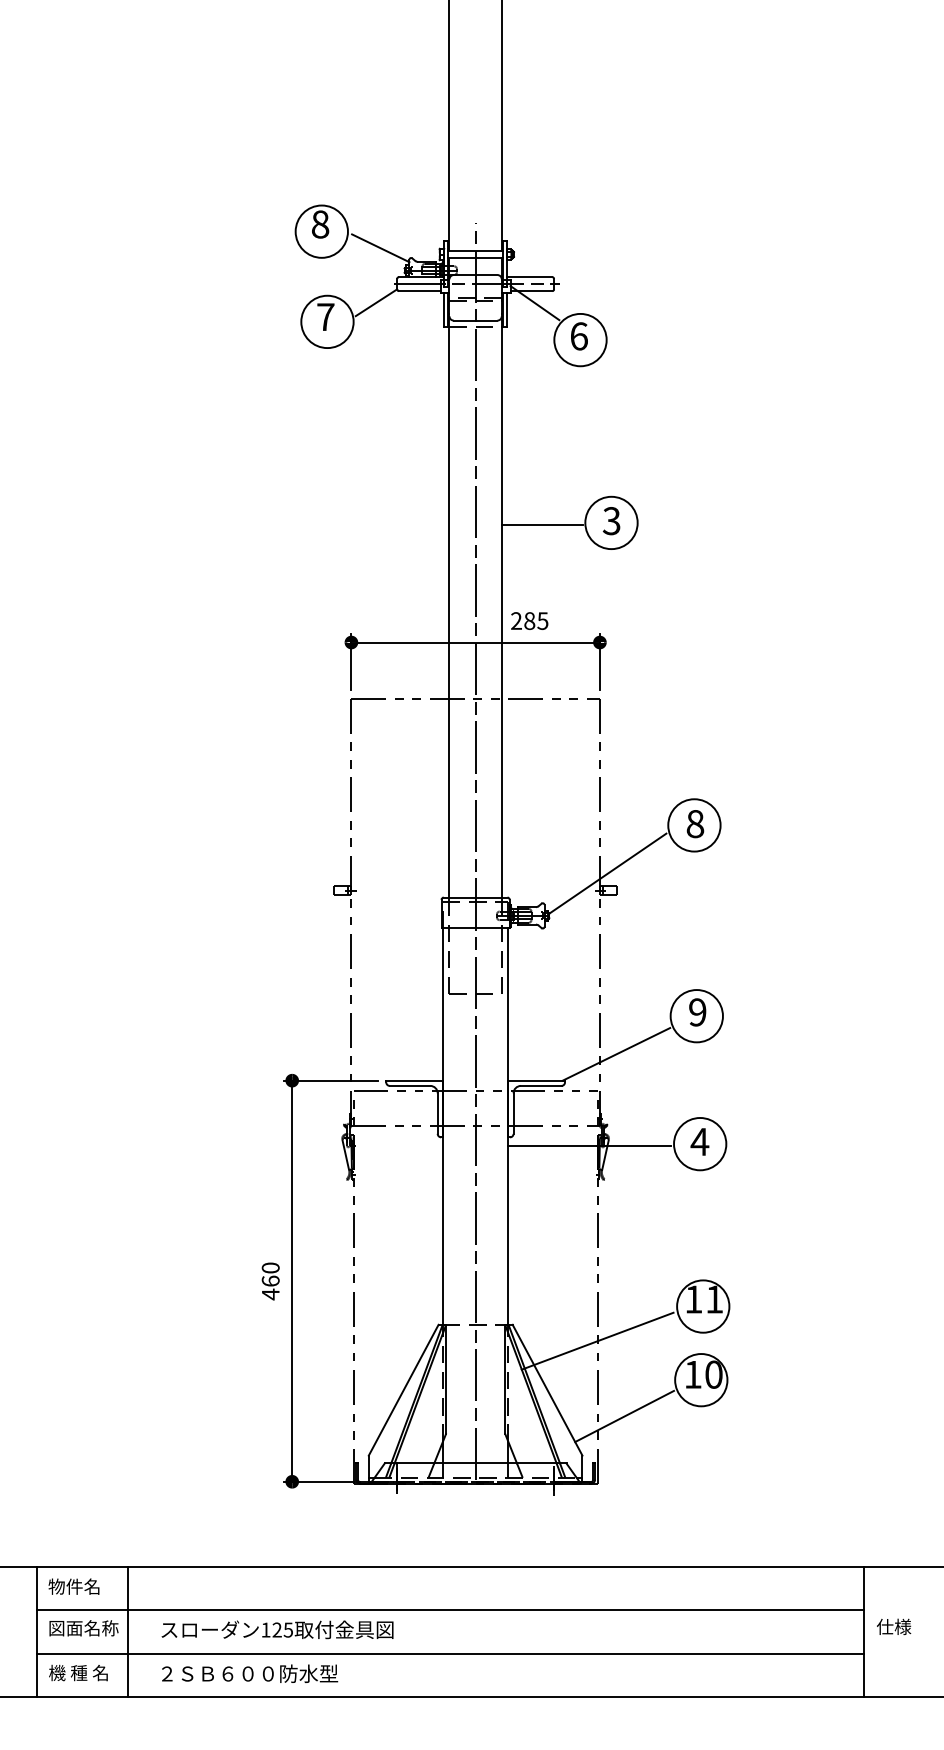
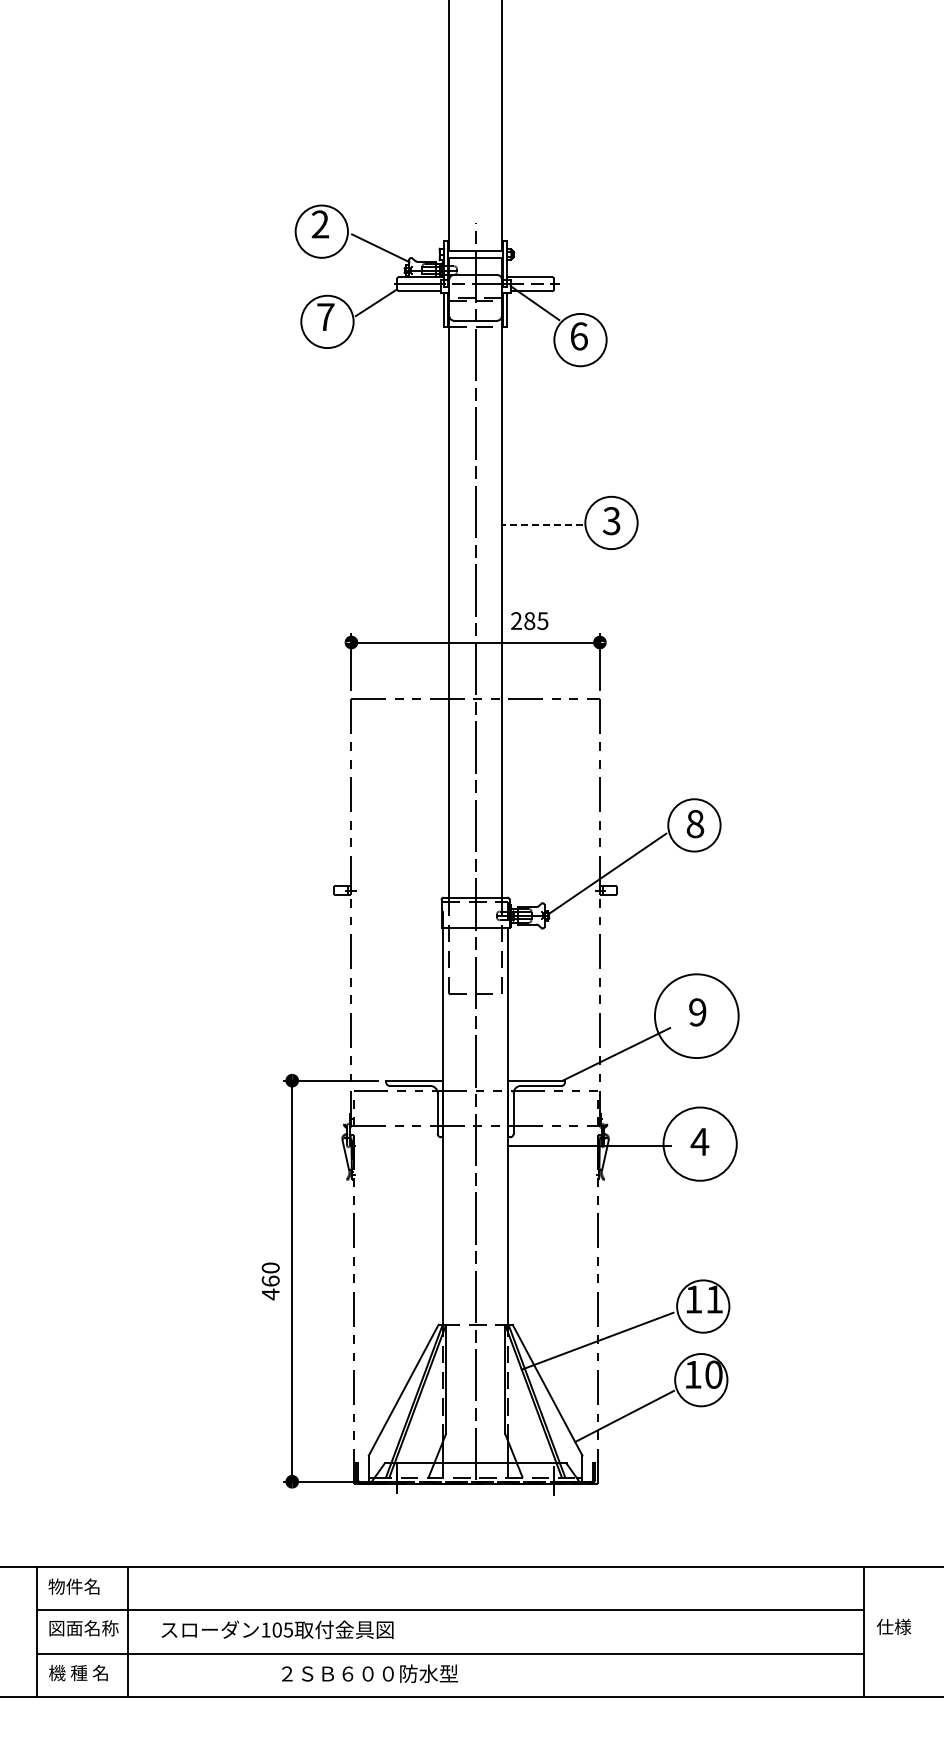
text at (320, 224): 8 -> 2
line at (542, 524): solid -> dashed
circle at (696, 1016) diameter: 52 px -> 84 px
circle at (700, 1143) diameter: 52 px -> 73 px
text at (276, 1629): 125 -> 105
text at (250, 1673) position: (250, 1673) -> (370, 1673)
